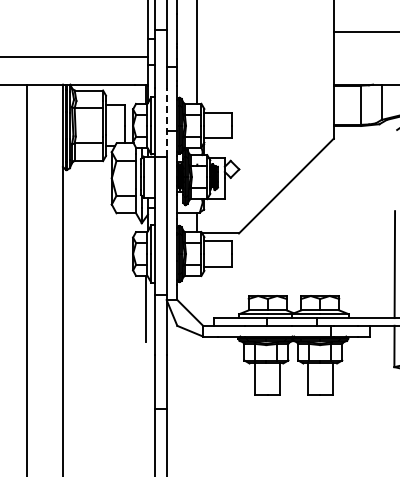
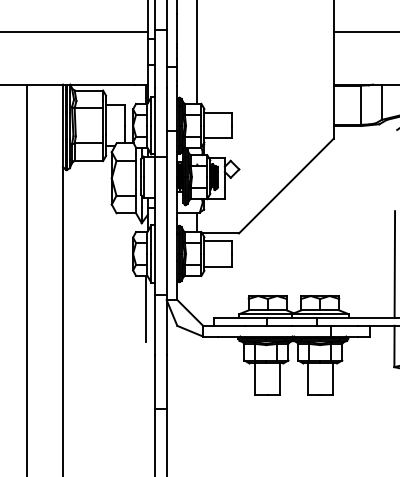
line at (74, 56) position: (74, 56) -> (74, 31)
line at (166, 122): dashed -> solid
